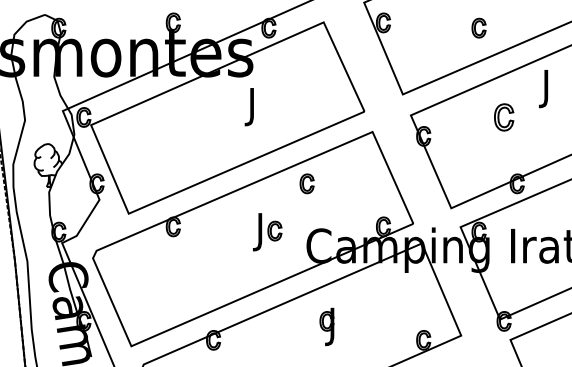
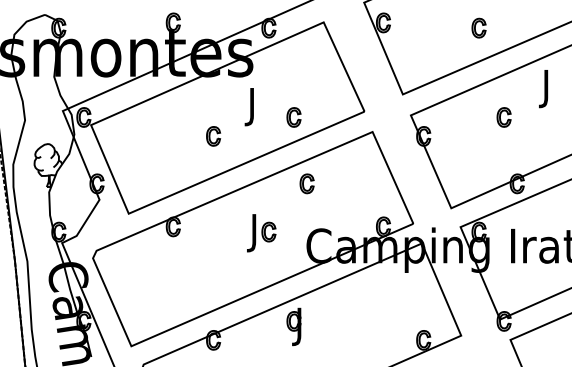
part at (293, 117): none -> present
part at (504, 117) size: 21x29 px -> 16x21 px
part at (213, 136): none -> present
part at (267, 232) position: (267, 232) -> (261, 233)
part at (326, 326) position: (326, 326) -> (293, 326)
